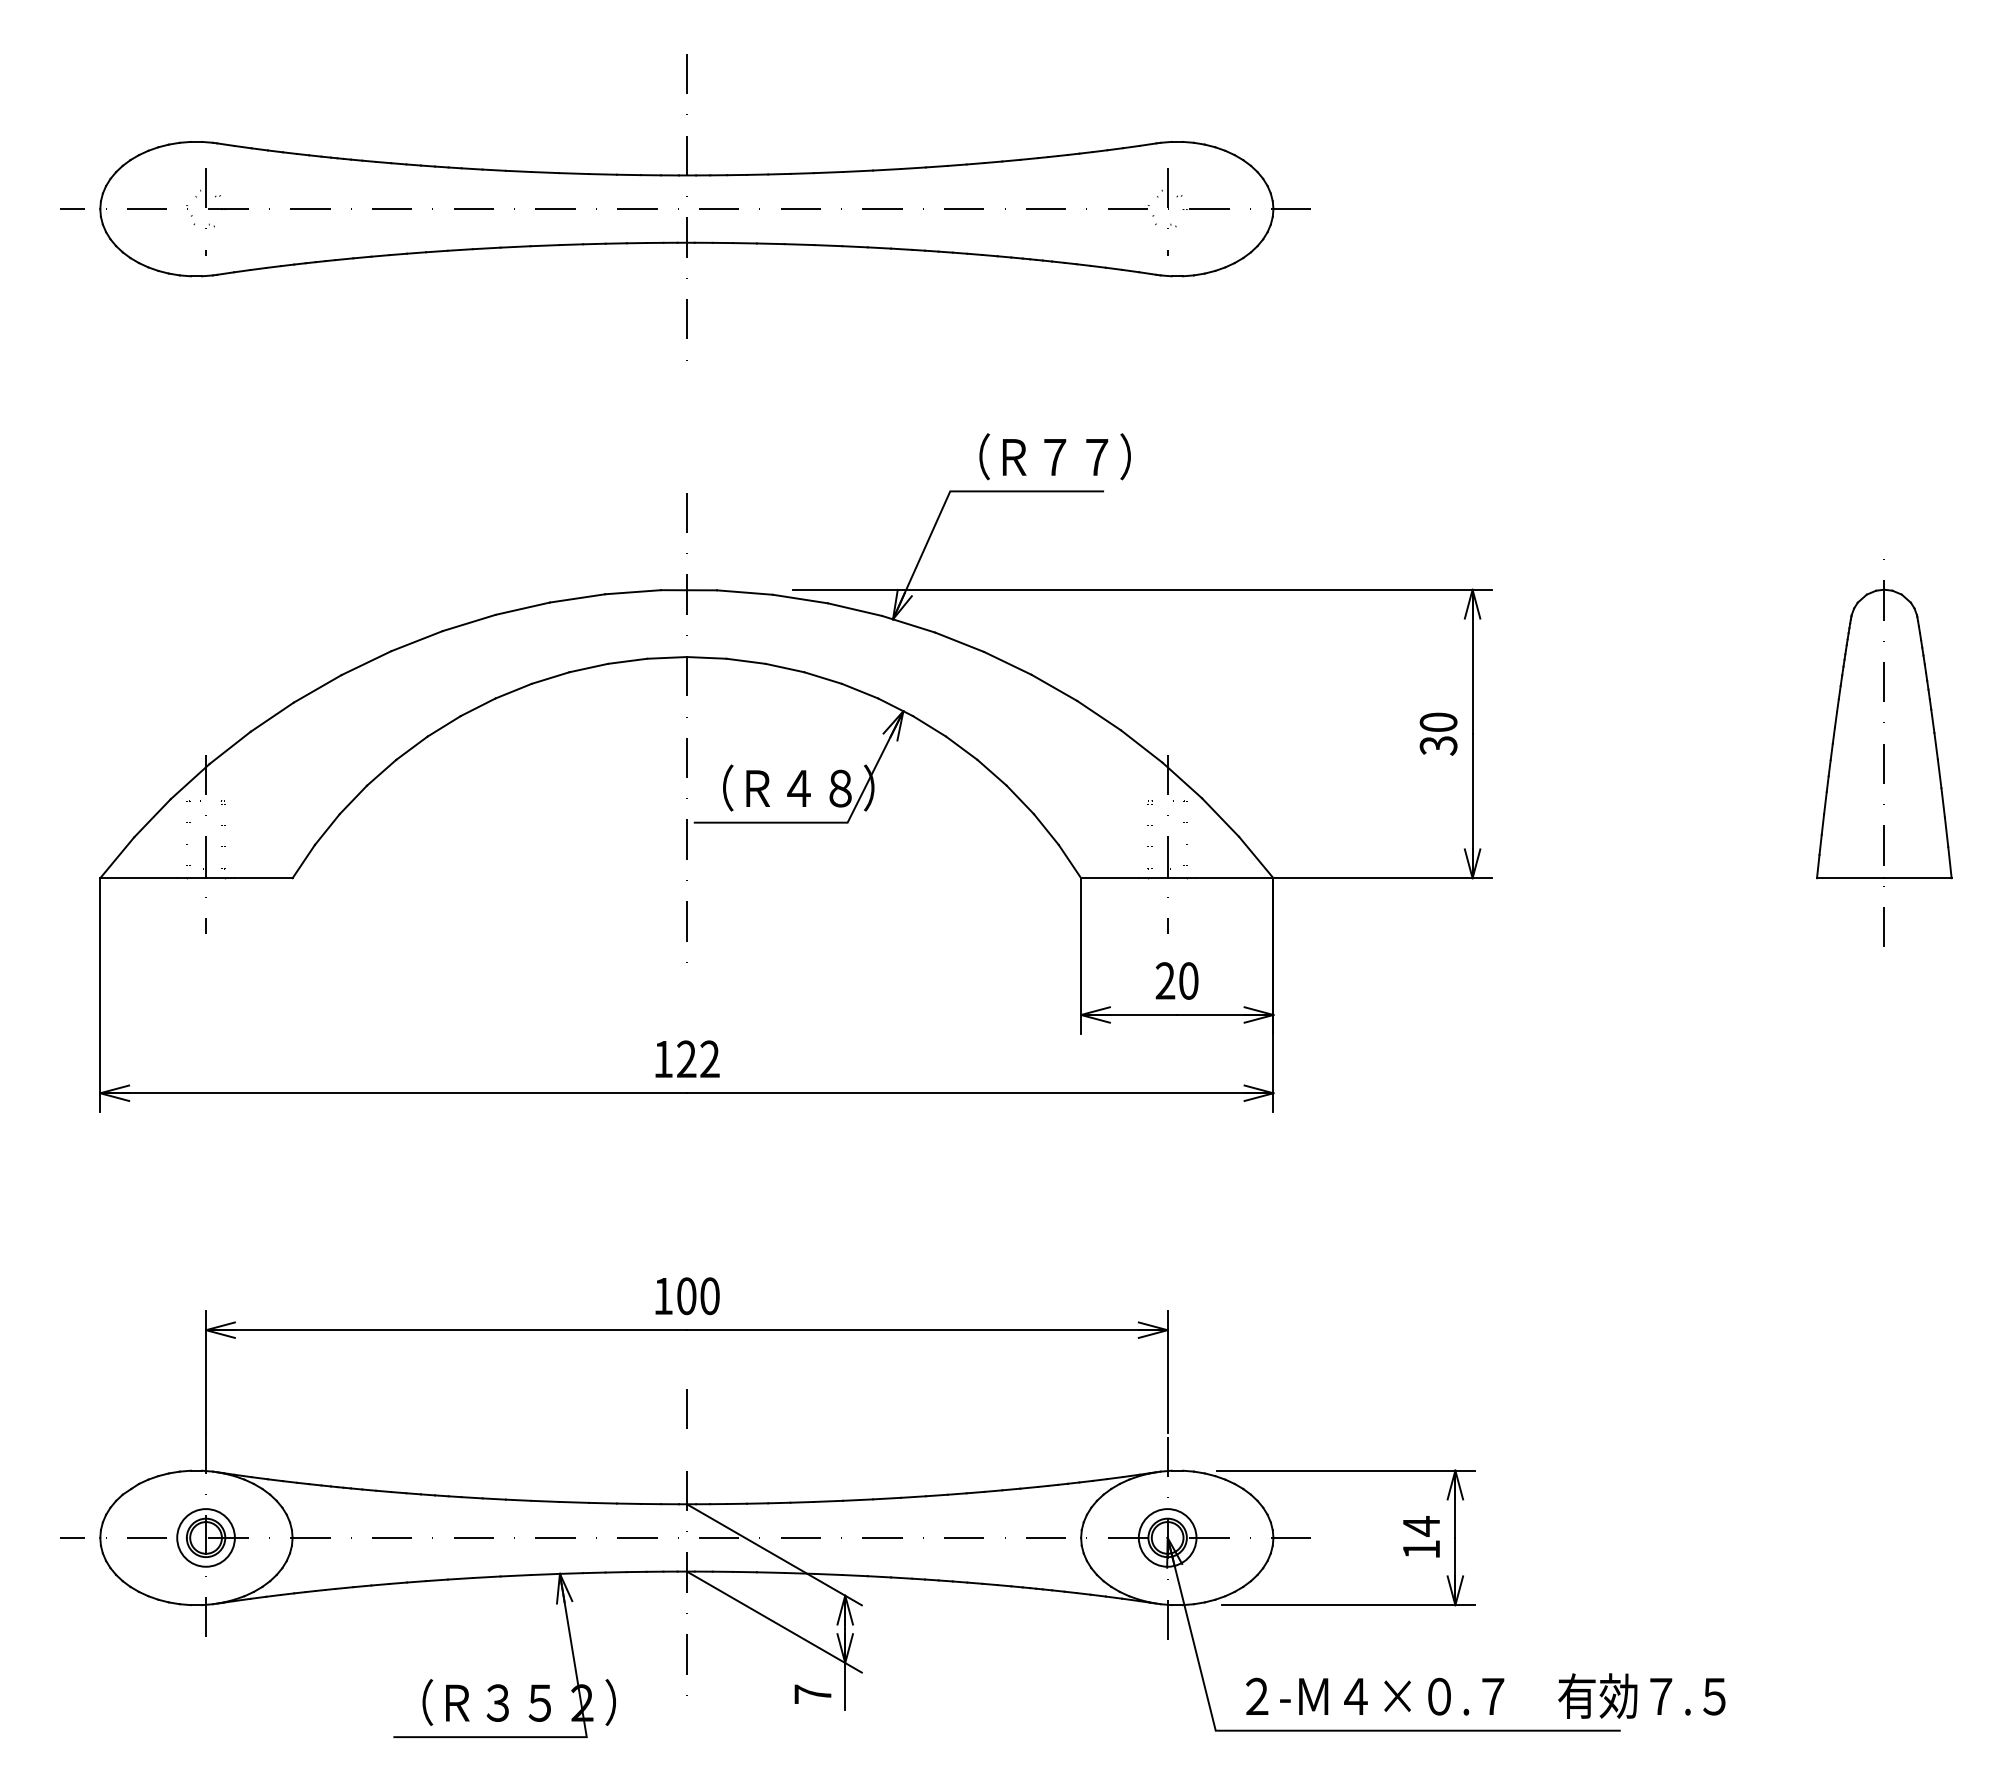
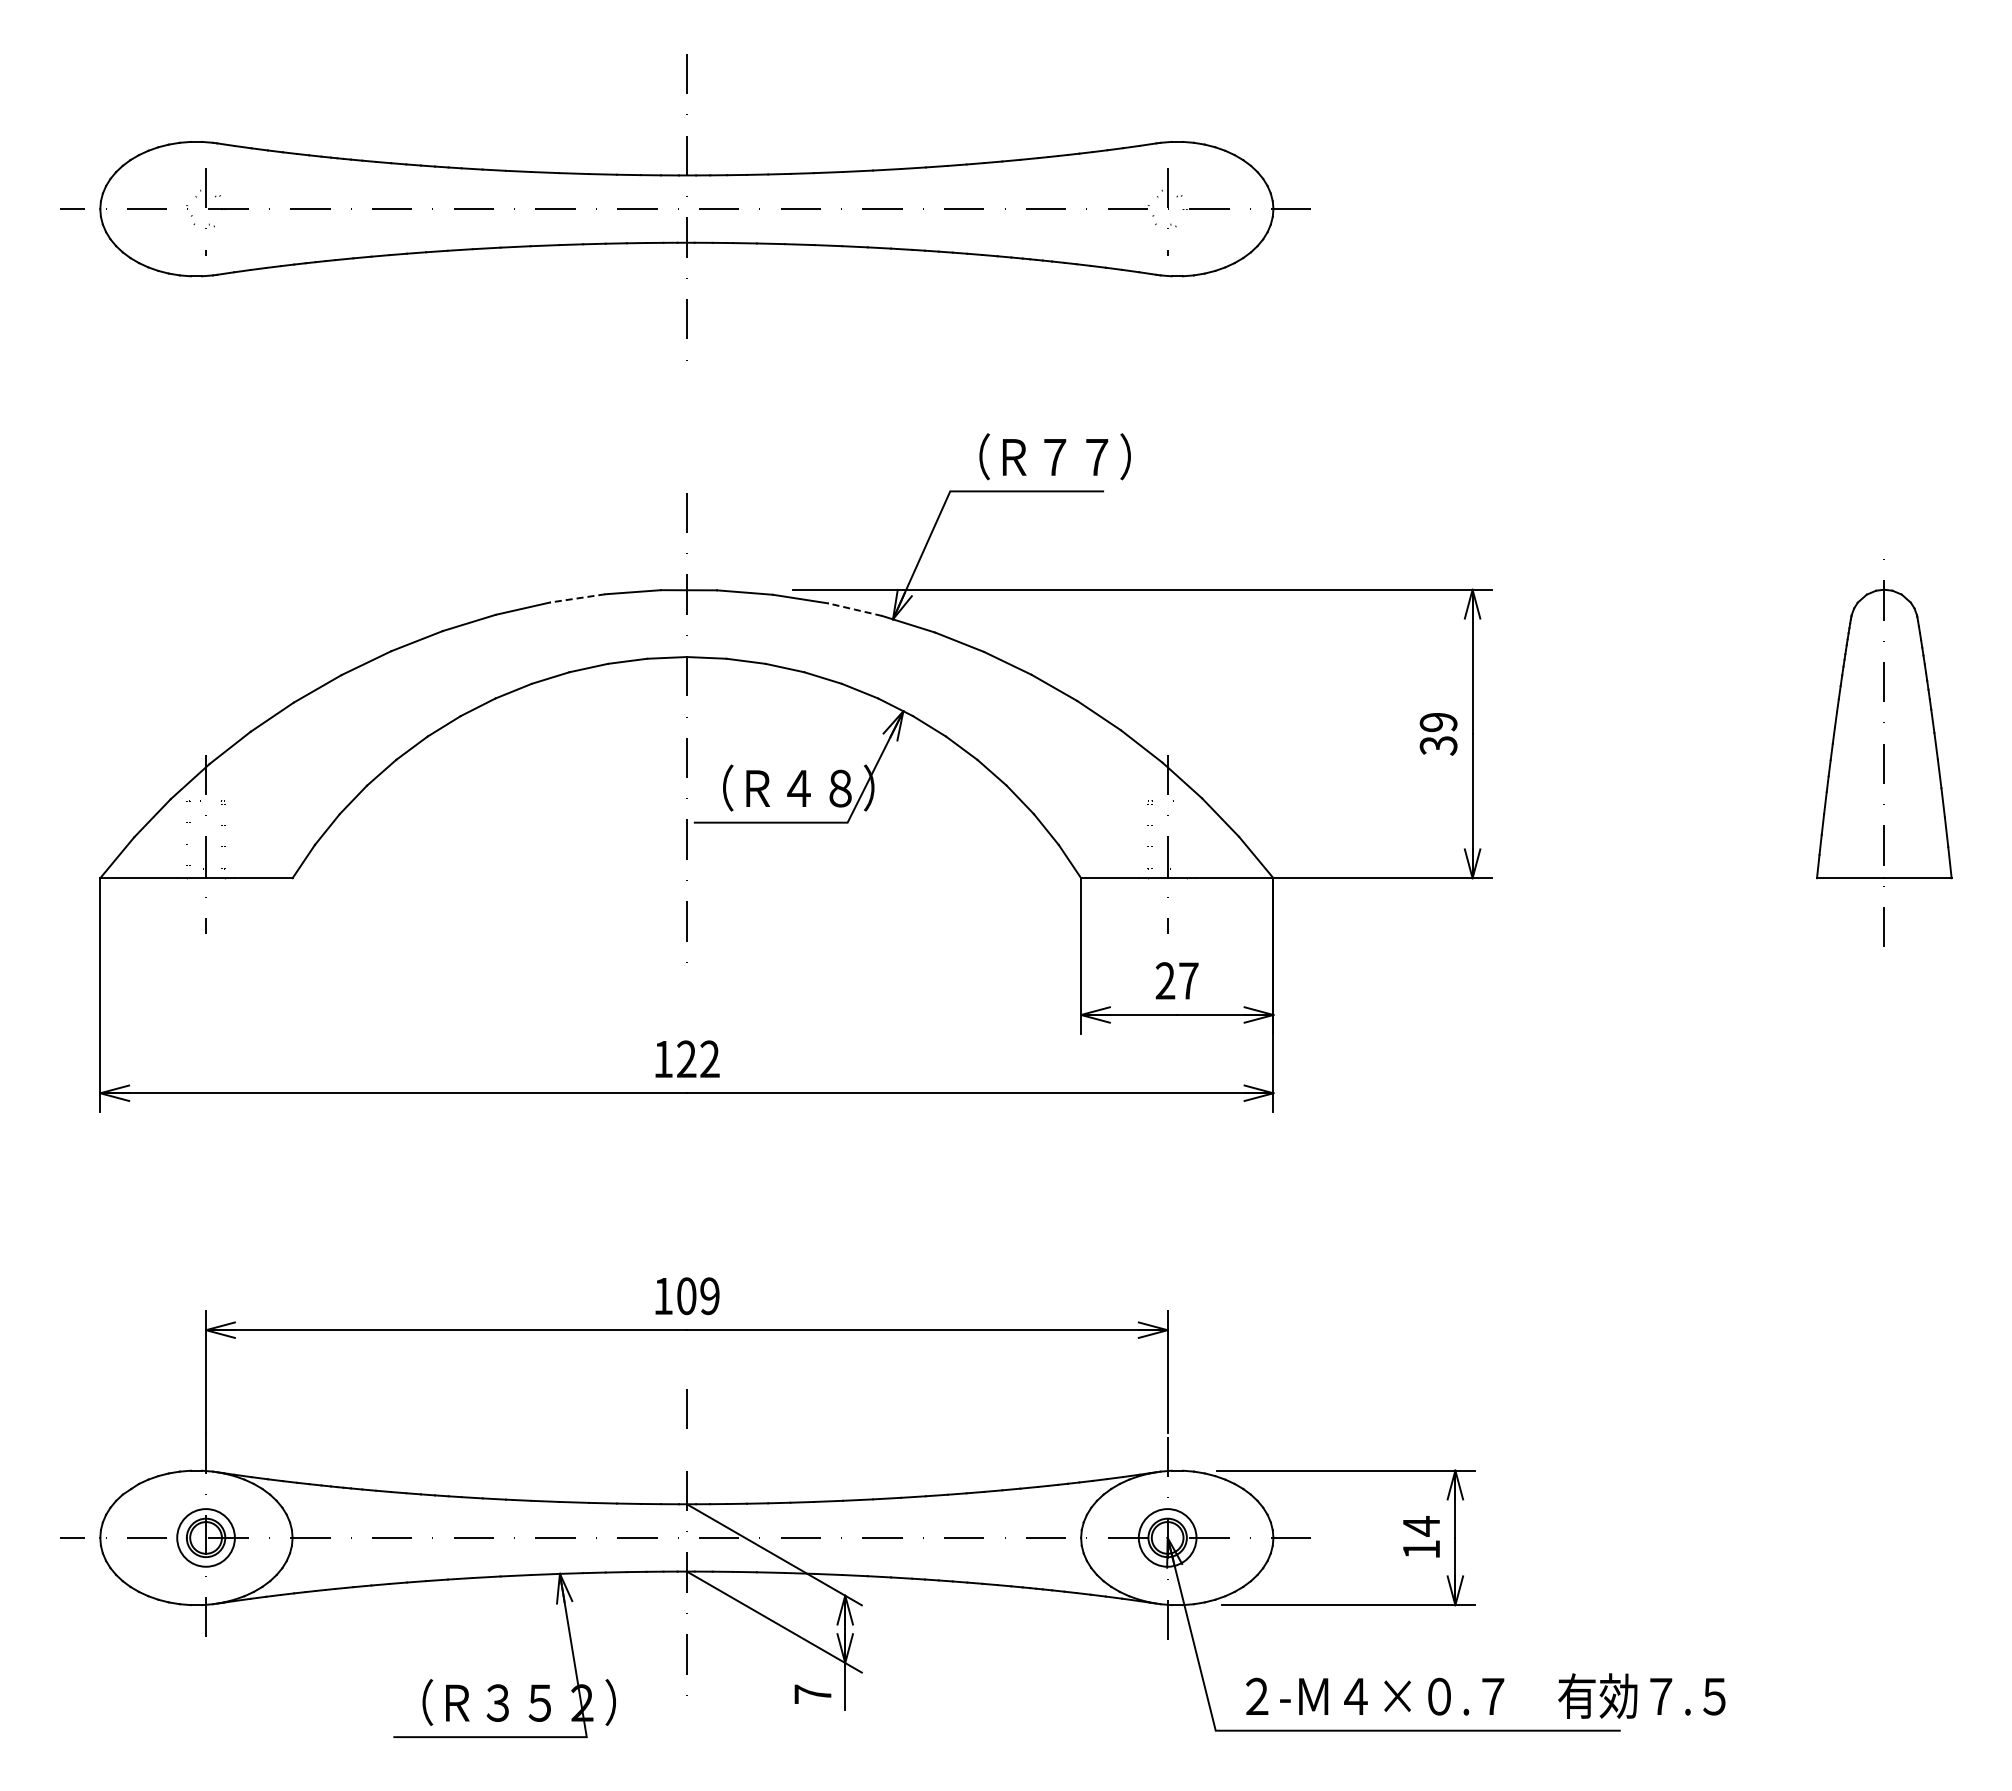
line at (577, 598): solid -> dashed
line at (855, 609): solid -> dashed
text at (1438, 722): 30 -> 39
part at (1184, 822): present -> none
text at (1188, 980): 20 -> 27
text at (709, 1296): 100 -> 109
